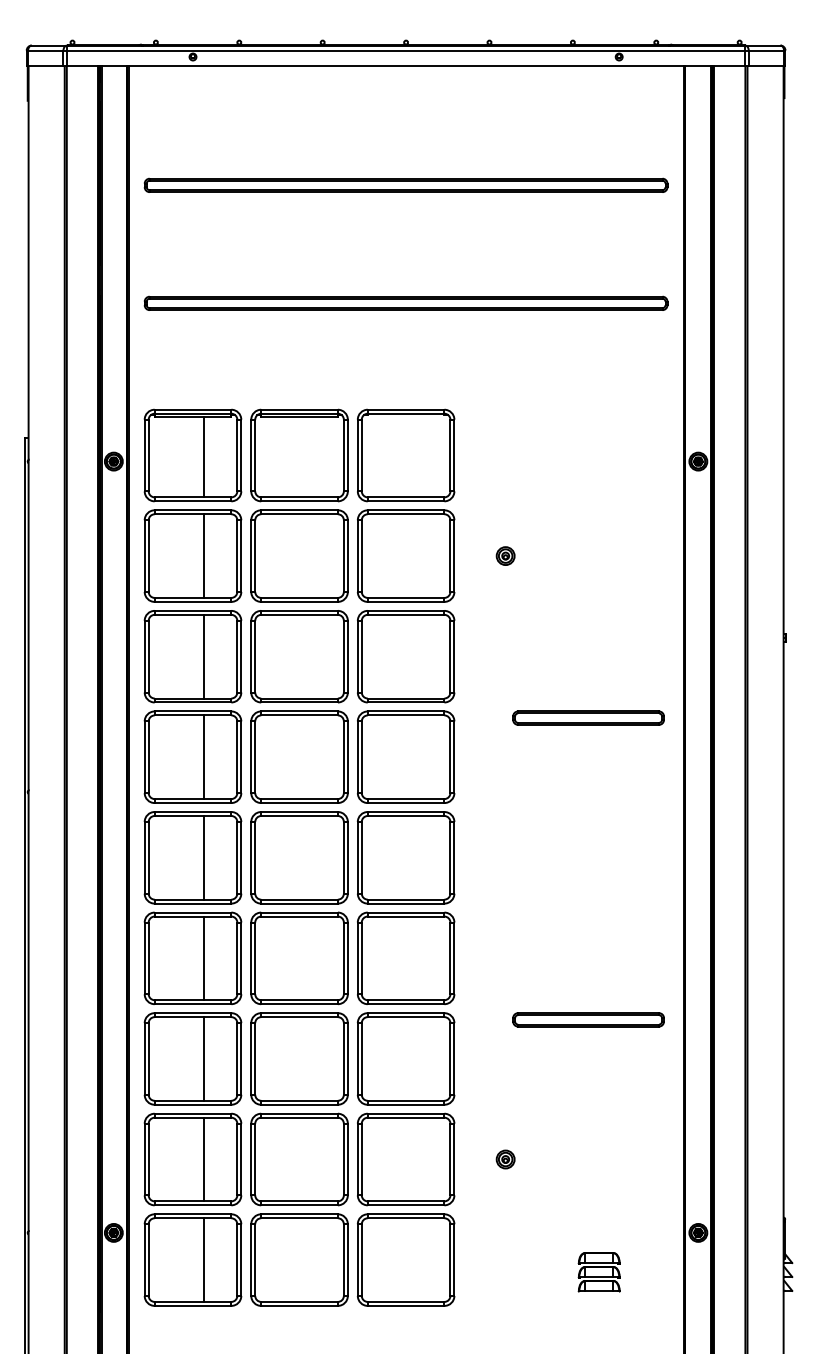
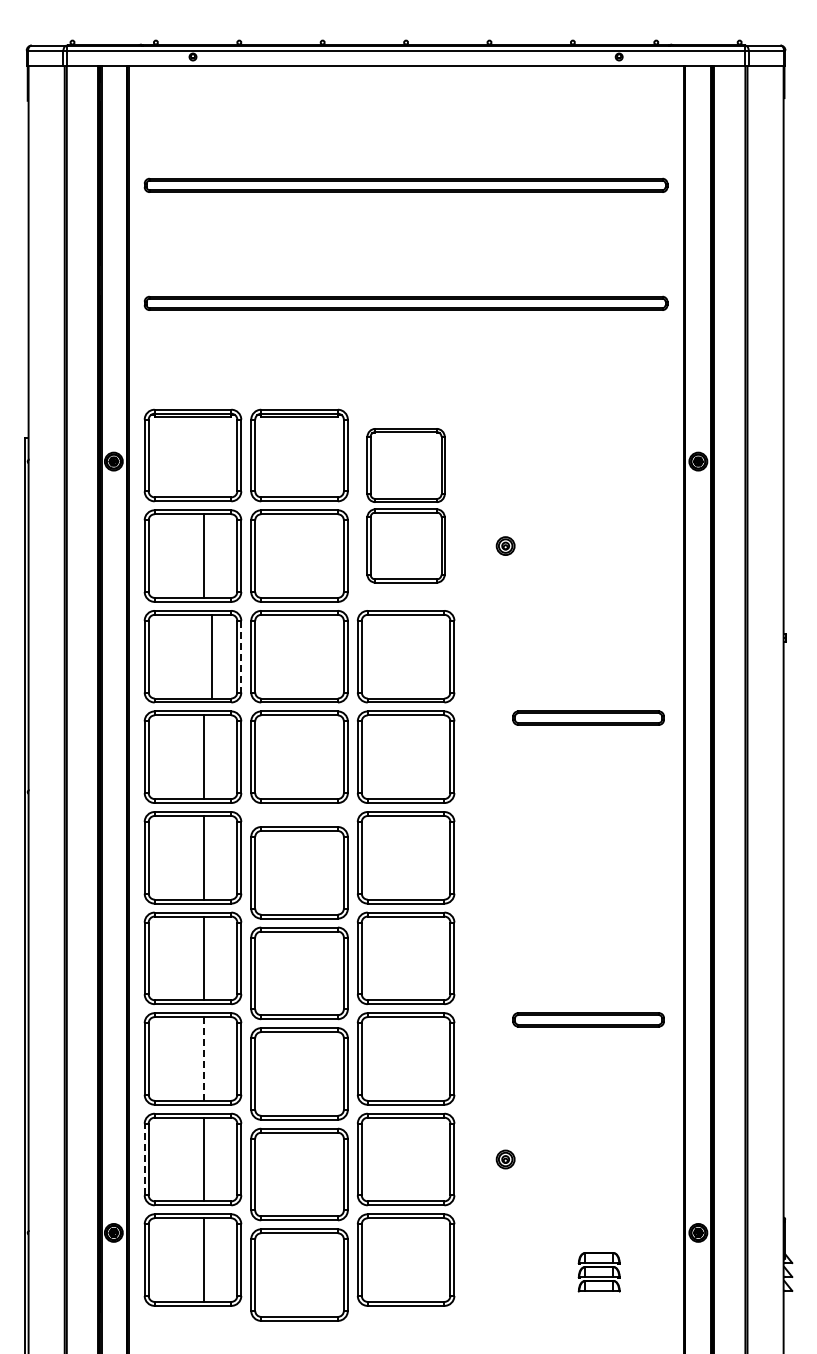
line at (203, 457): present -> none
part at (405, 505) size: 100x195 px -> 80x156 px
part at (505, 555) position: (505, 555) -> (505, 545)
line at (203, 656) position: (203, 656) -> (211, 656)
line at (241, 656): solid -> dashed
line at (203, 1058): solid -> dashed
part at (299, 1058) position: (299, 1058) -> (299, 1073)
line at (144, 1159): solid -> dashed
